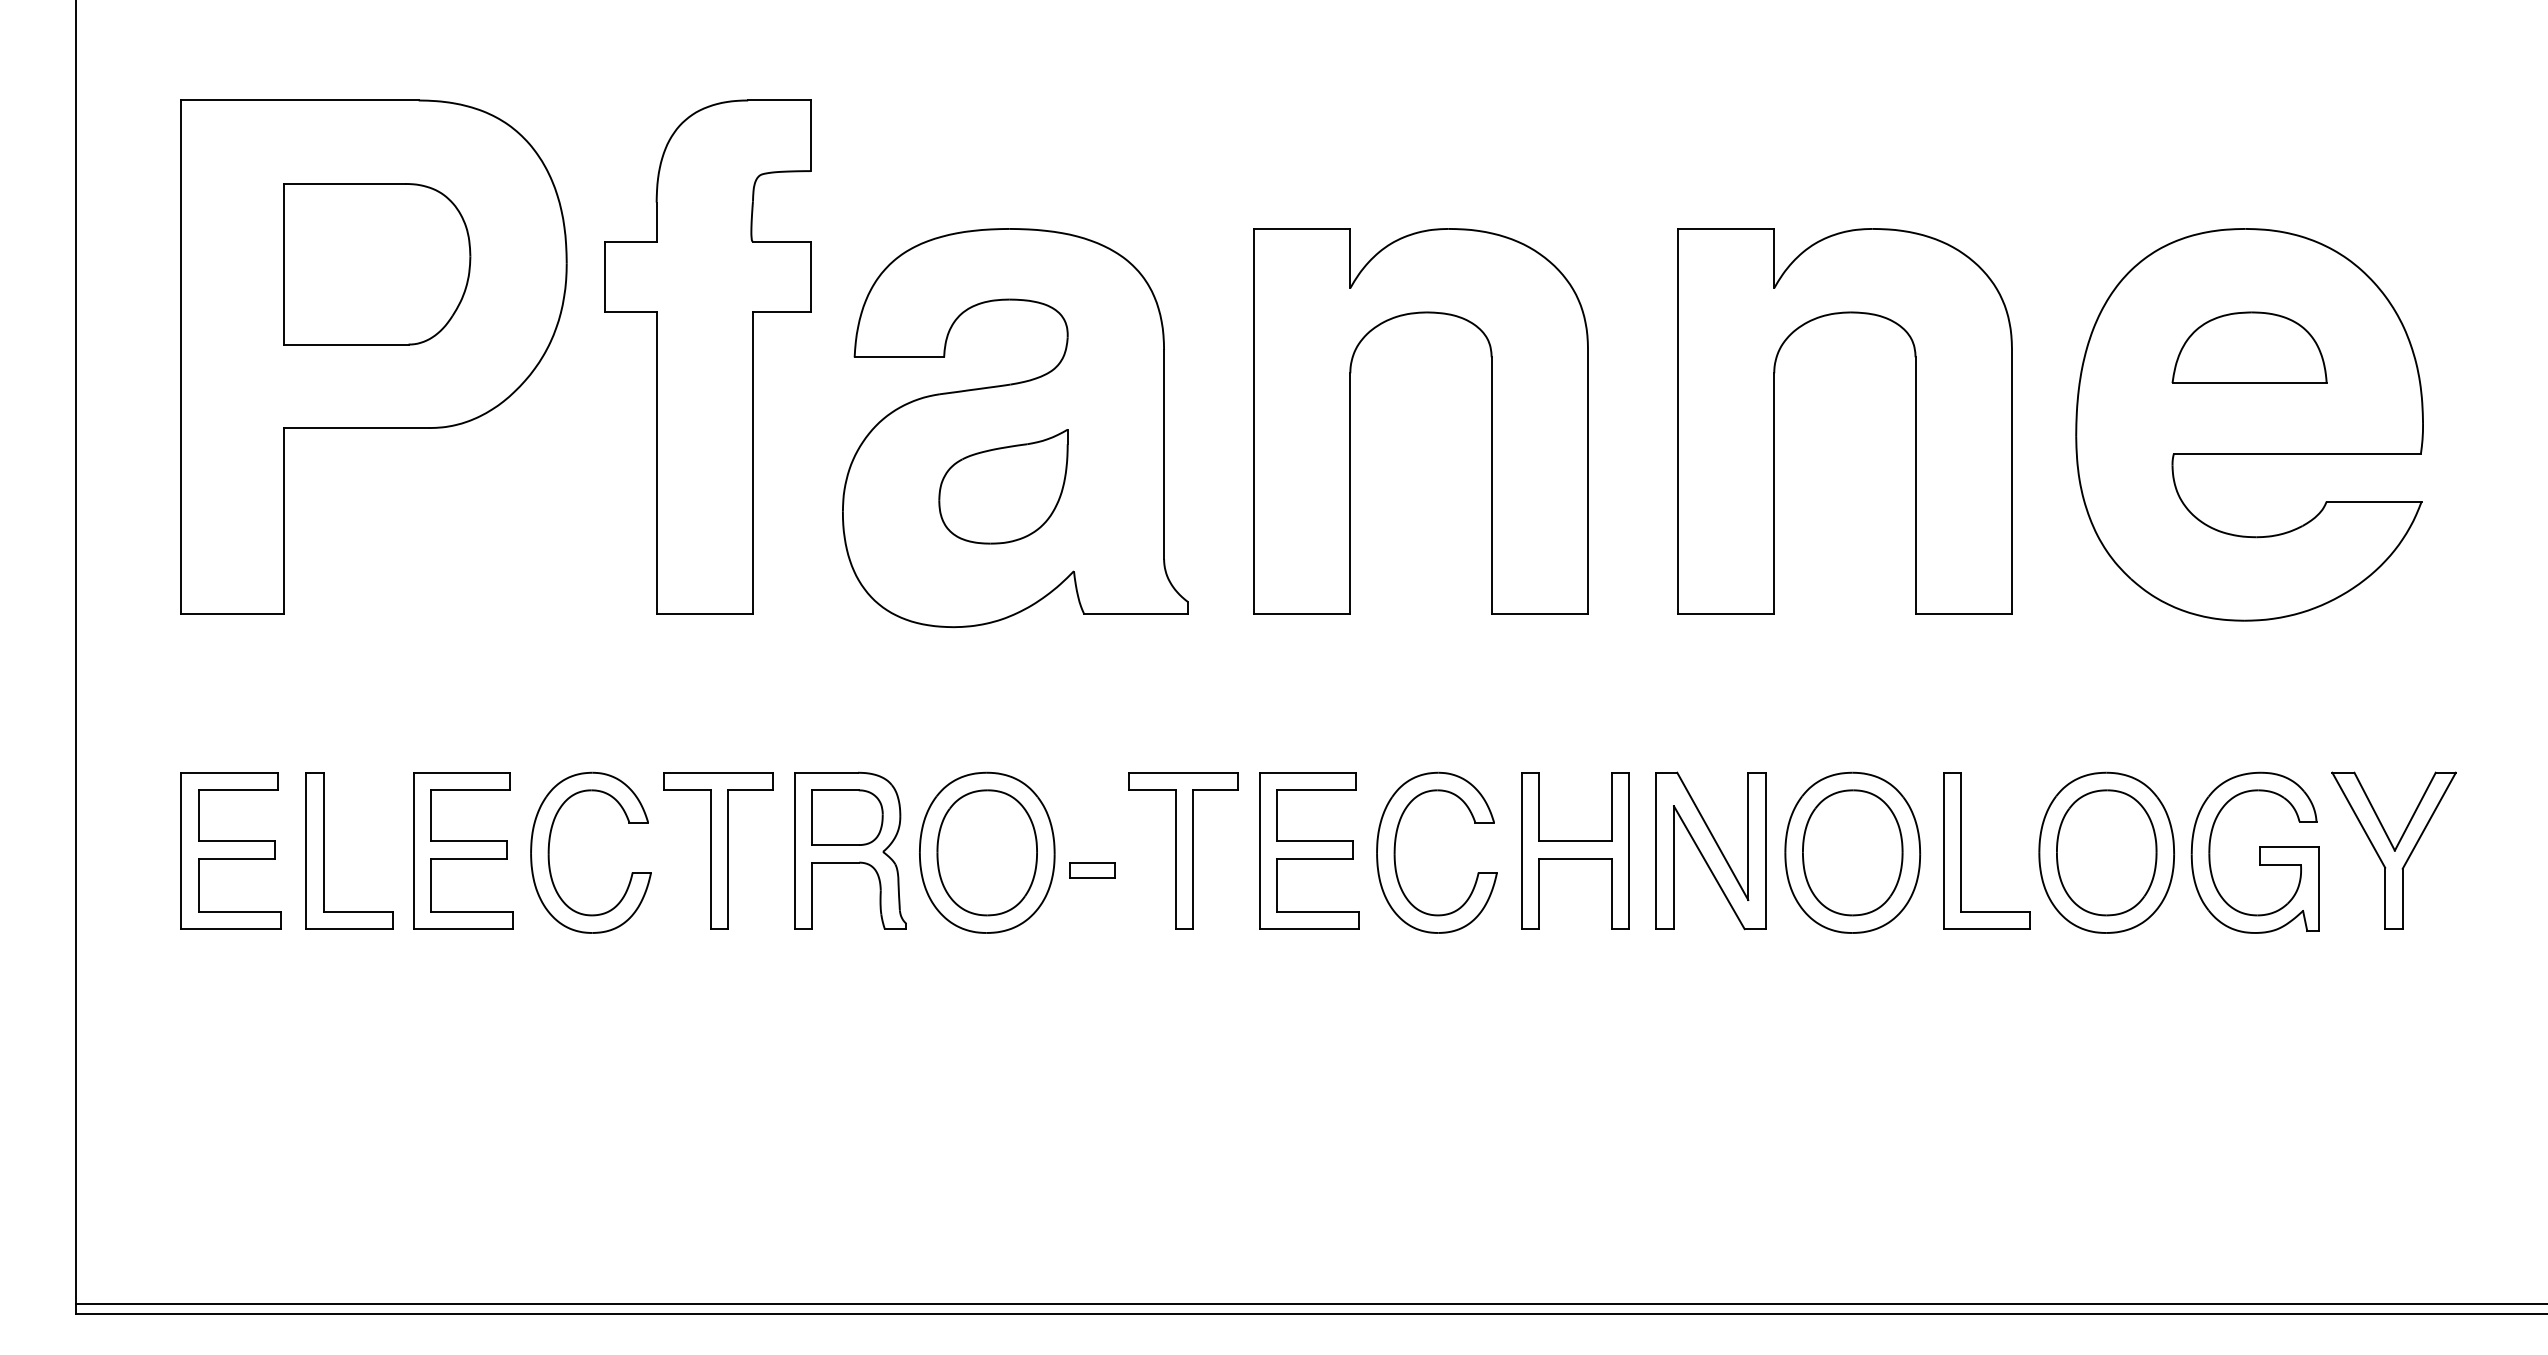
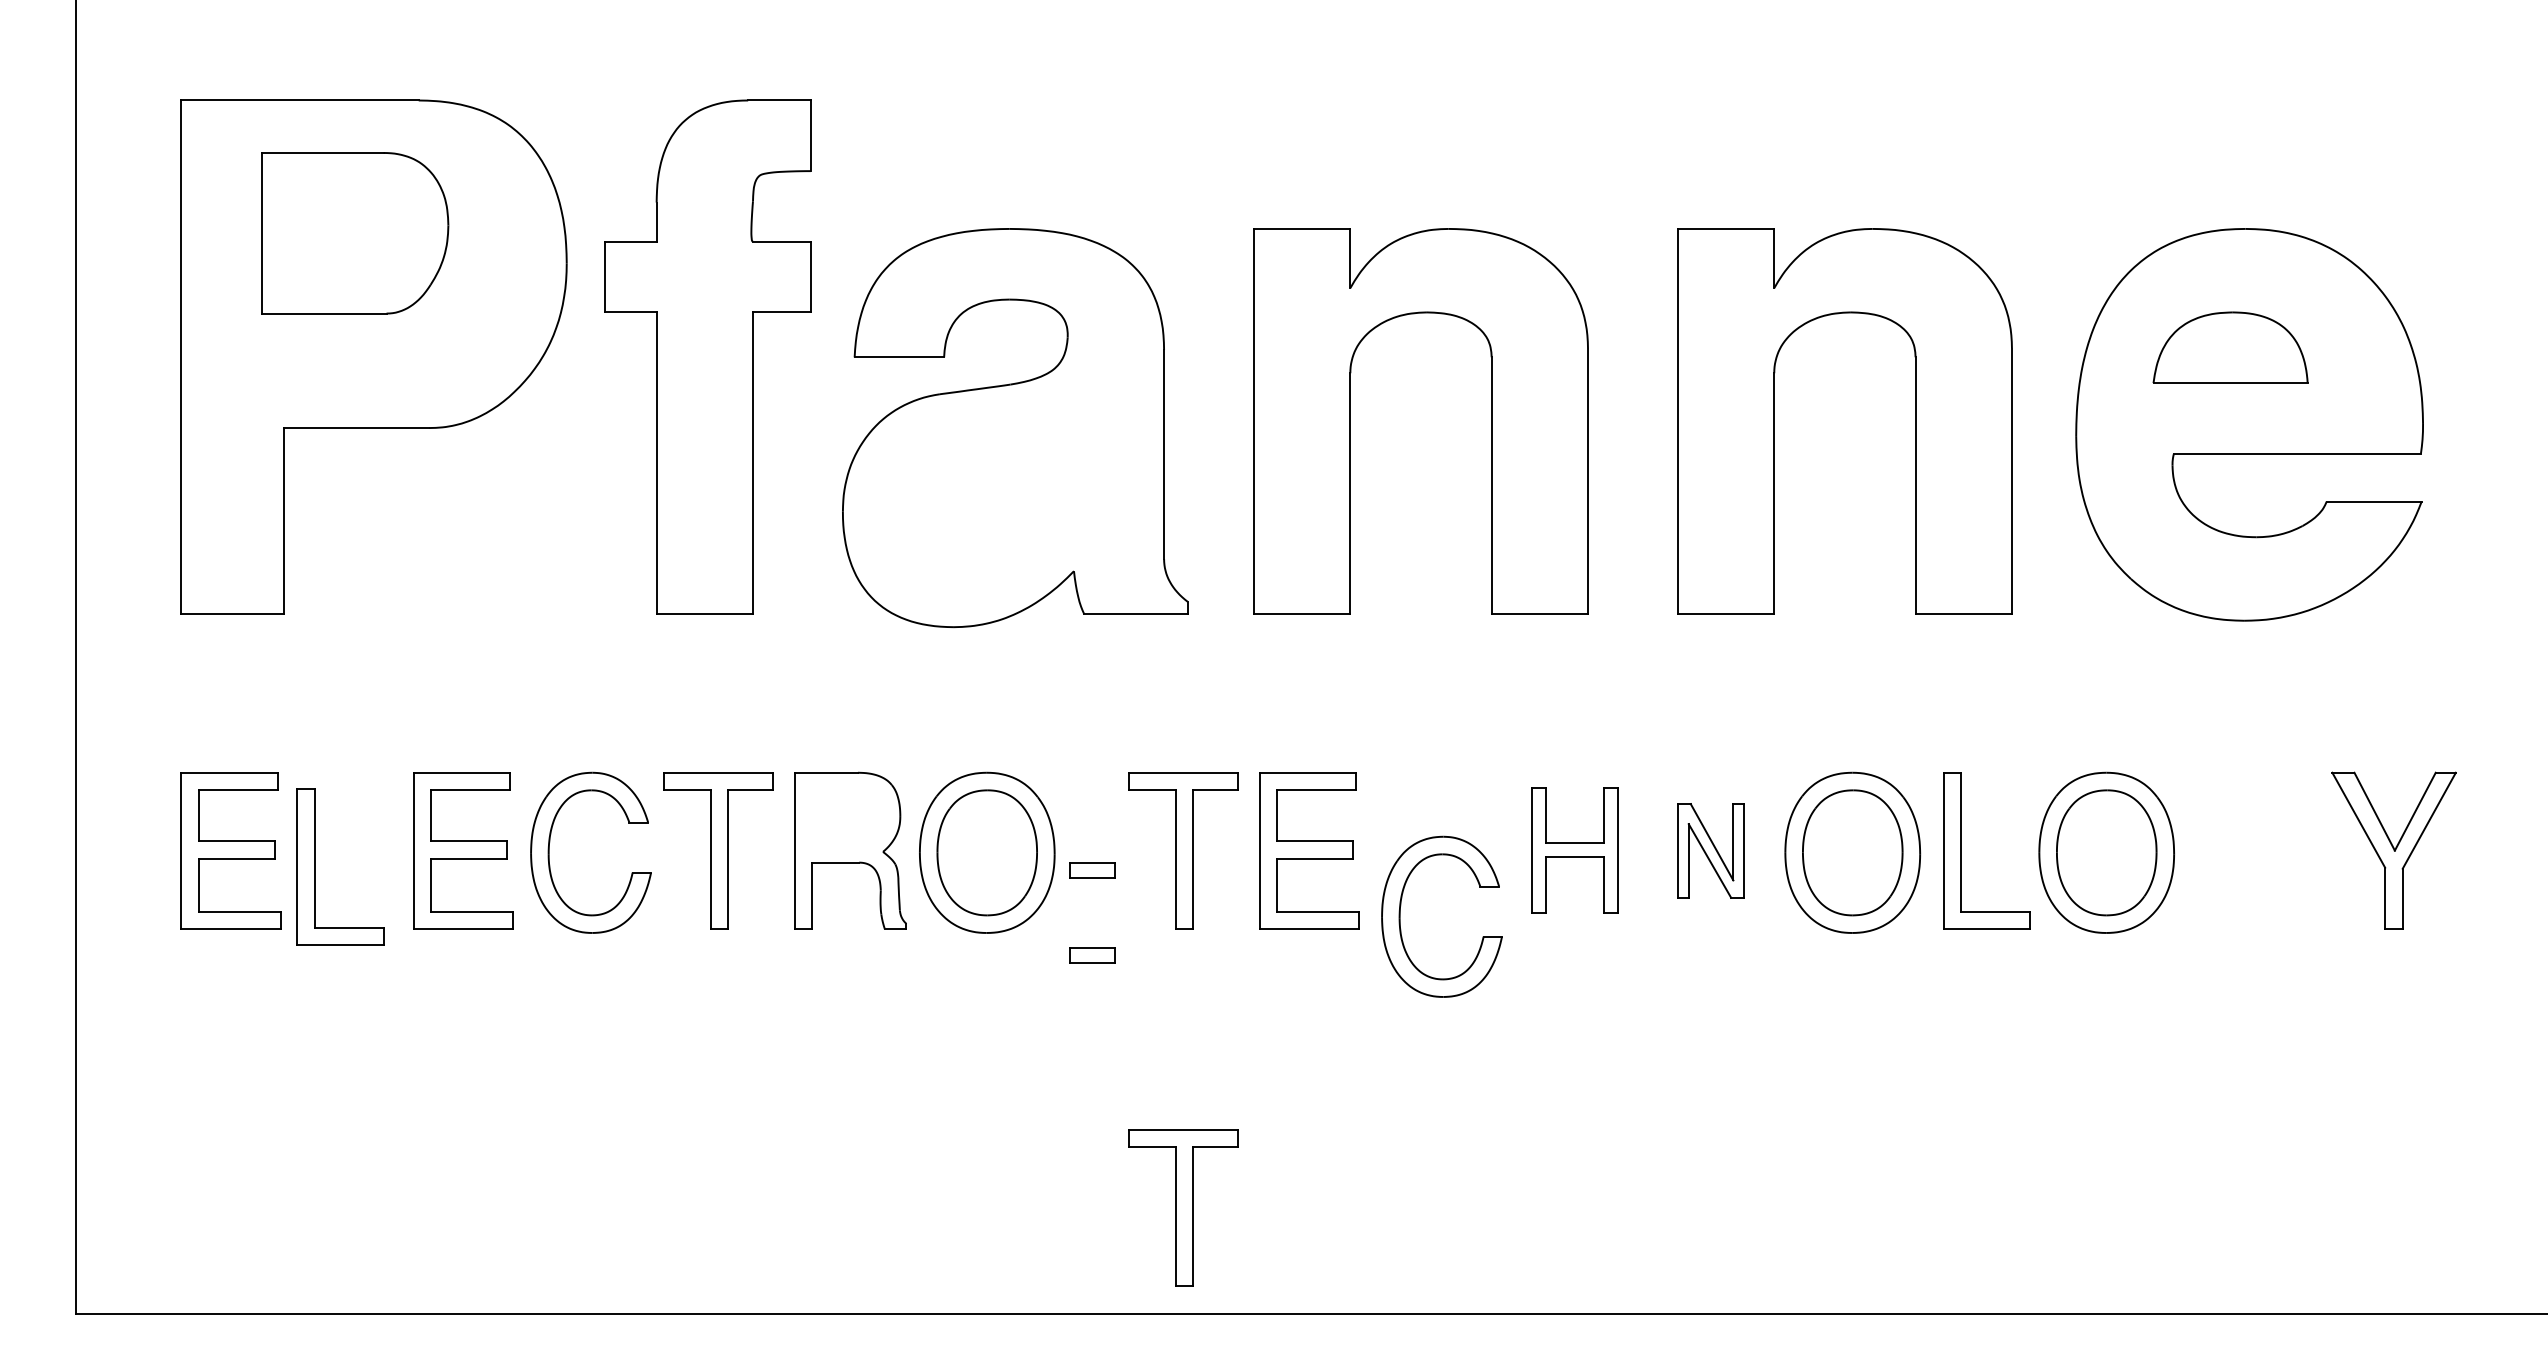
part at (377, 264) position: (377, 264) -> (355, 233)
part at (2249, 347) position: (2249, 347) -> (2230, 347)
part at (1003, 486): present -> none
part at (847, 817): present -> none
part at (324, 850) position: (324, 850) -> (315, 866)
part at (1575, 850) size: 109x158 px -> 88x127 px
part at (1710, 850) size: 112x160 px -> 68x96 px
part at (1395, 852) position: (1395, 852) -> (1400, 916)
part at (2254, 852): present -> none
part at (1092, 955): none -> present
part at (1183, 1207): none -> present
line at (1310, 1303): present -> none
